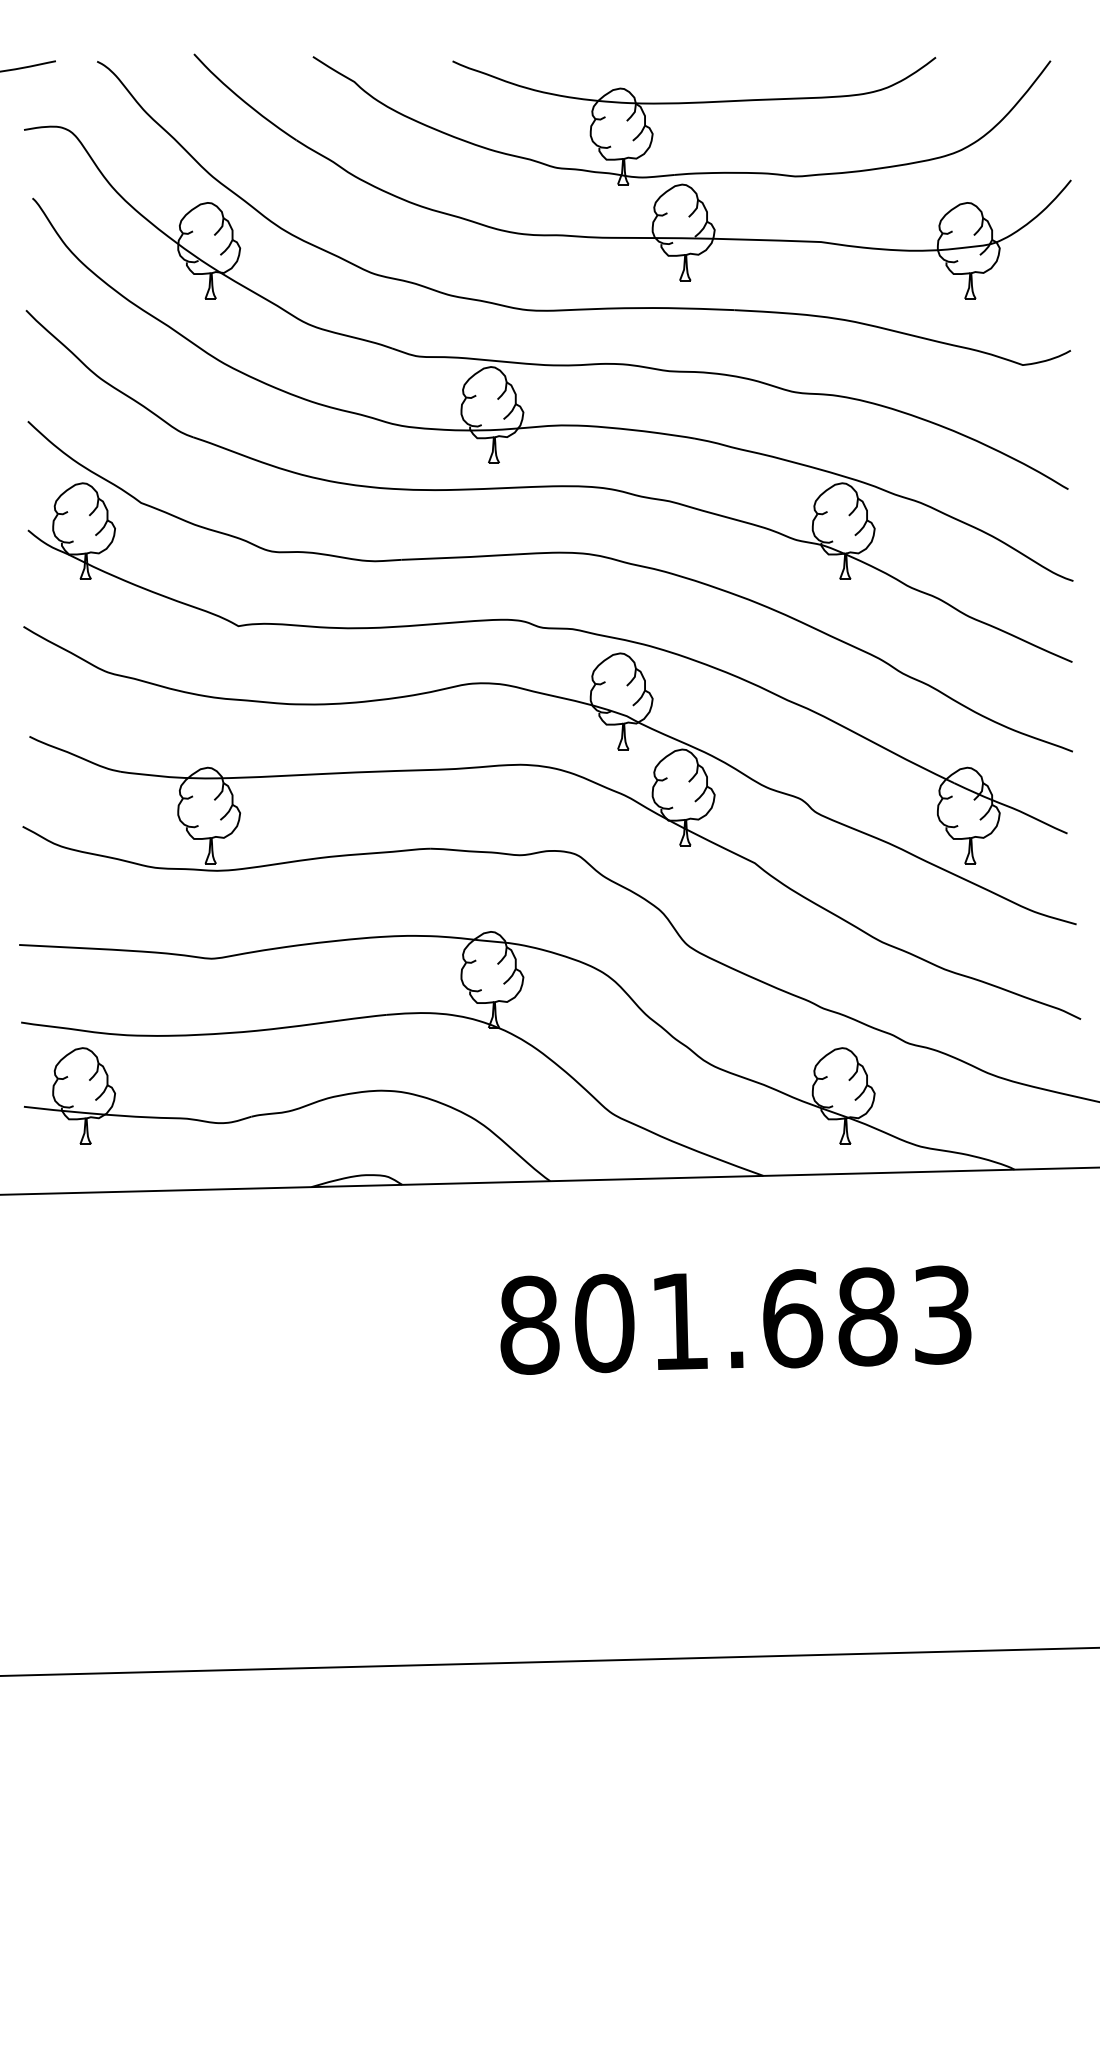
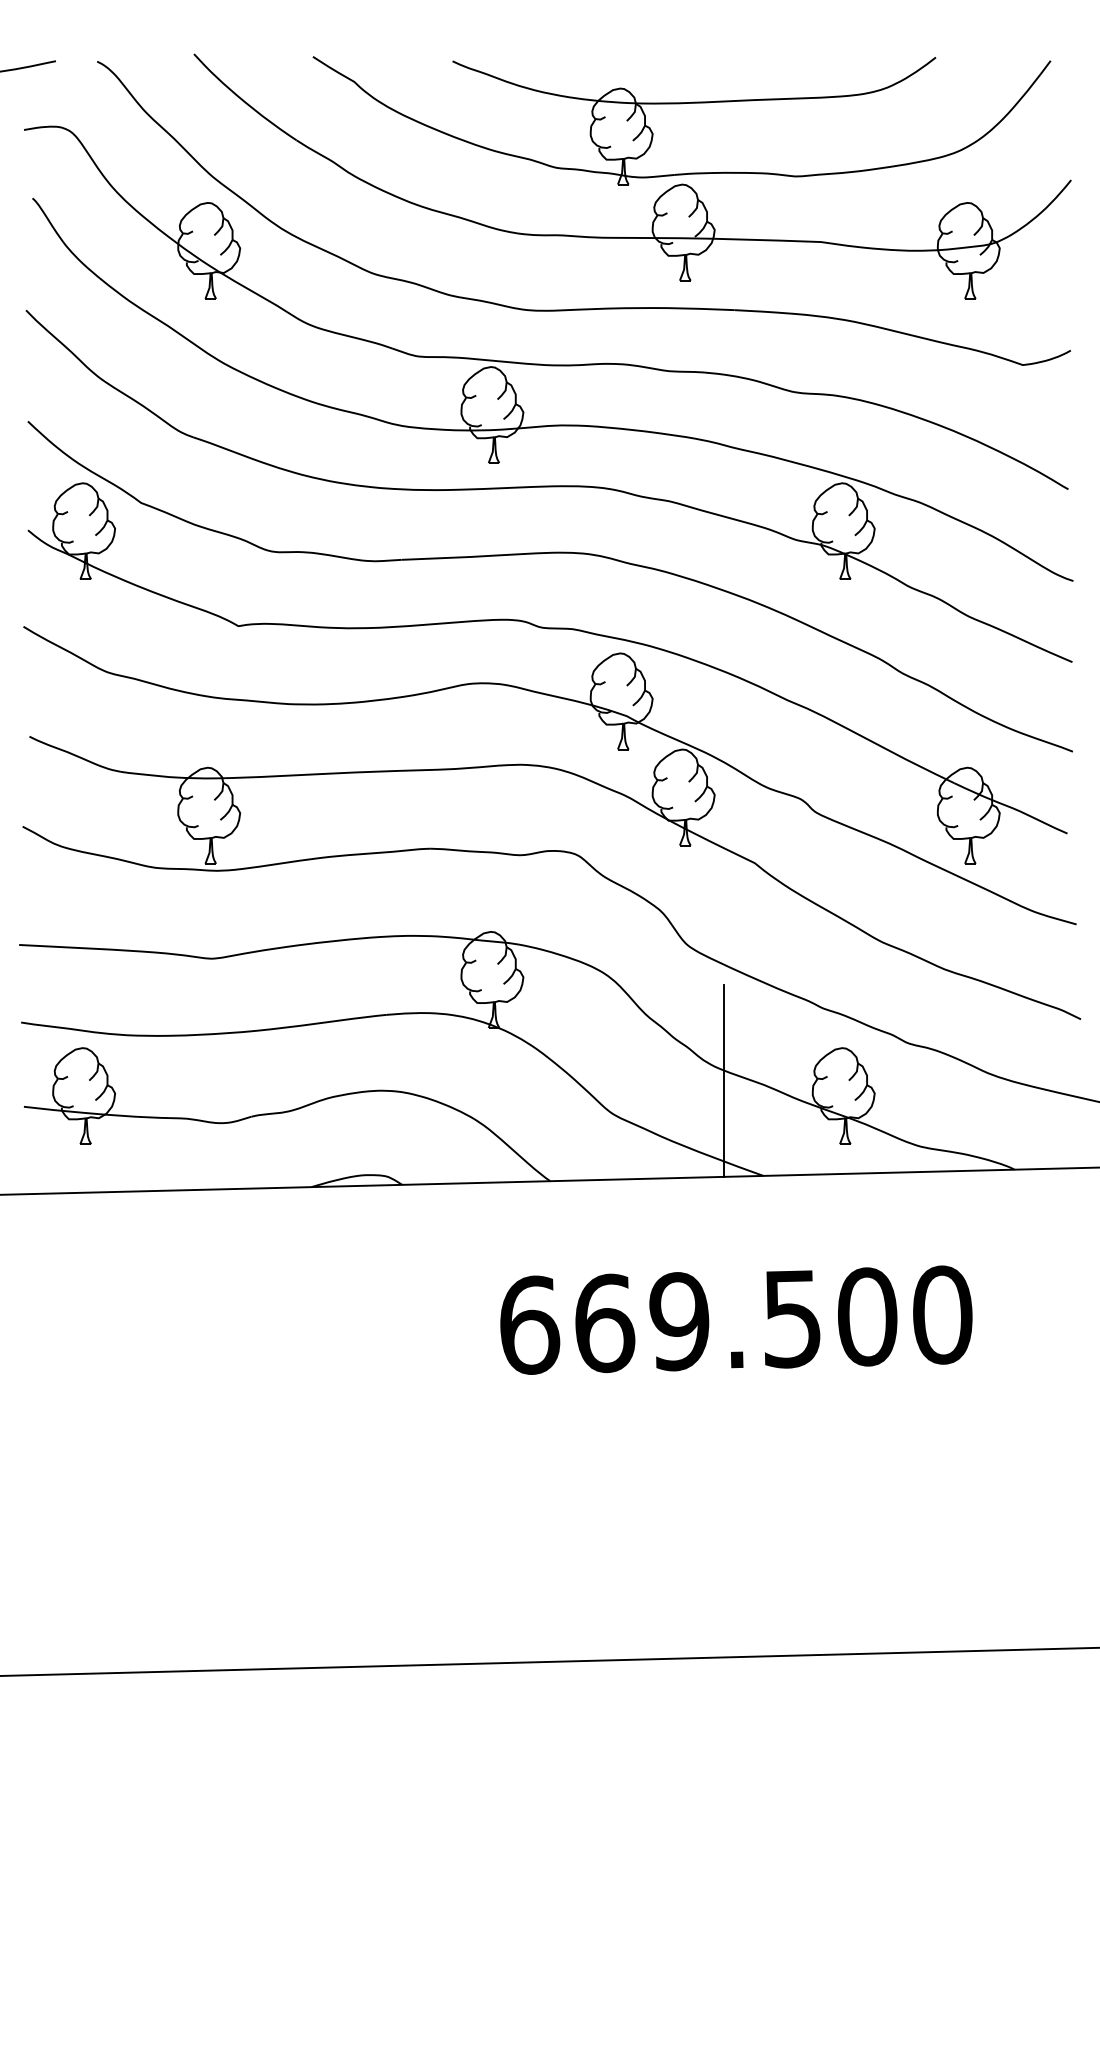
line at (724, 1080): none -> present
text at (736, 1319): 801.683 -> 669.500
